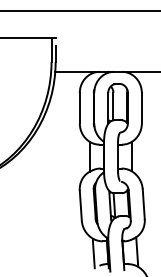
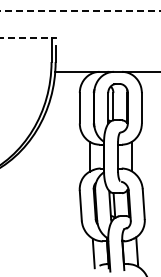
line at (80, 11): solid -> dashed
line at (26, 38): solid -> dashed
